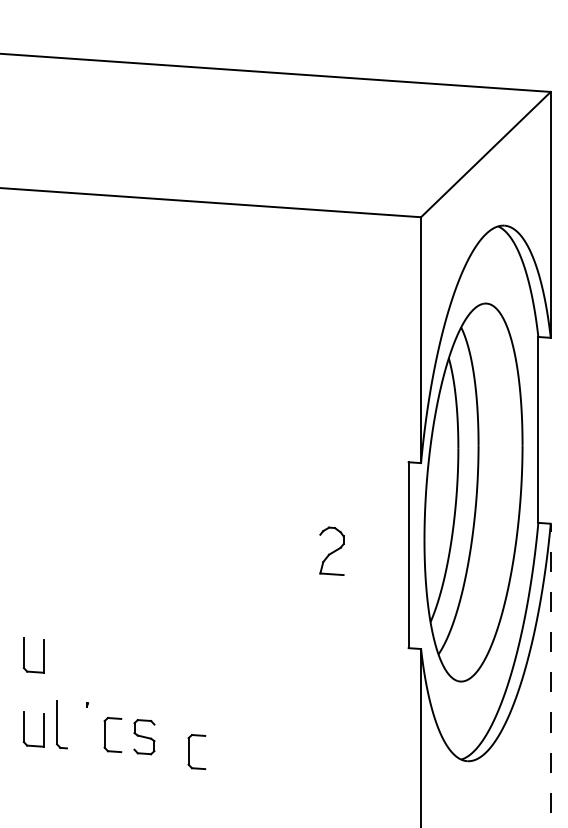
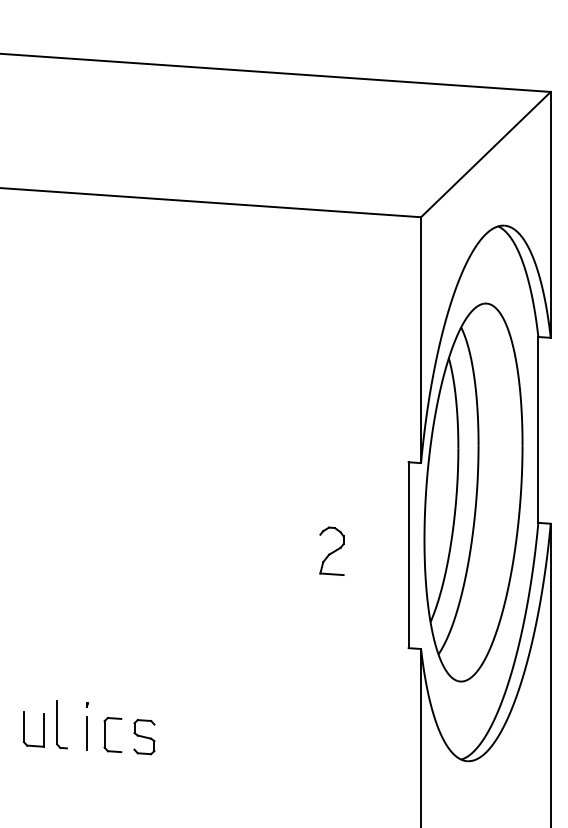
part at (24, 655): present -> none
line at (550, 675): dashed -> solid
line at (86, 732): none -> present
part at (189, 751): present -> none
